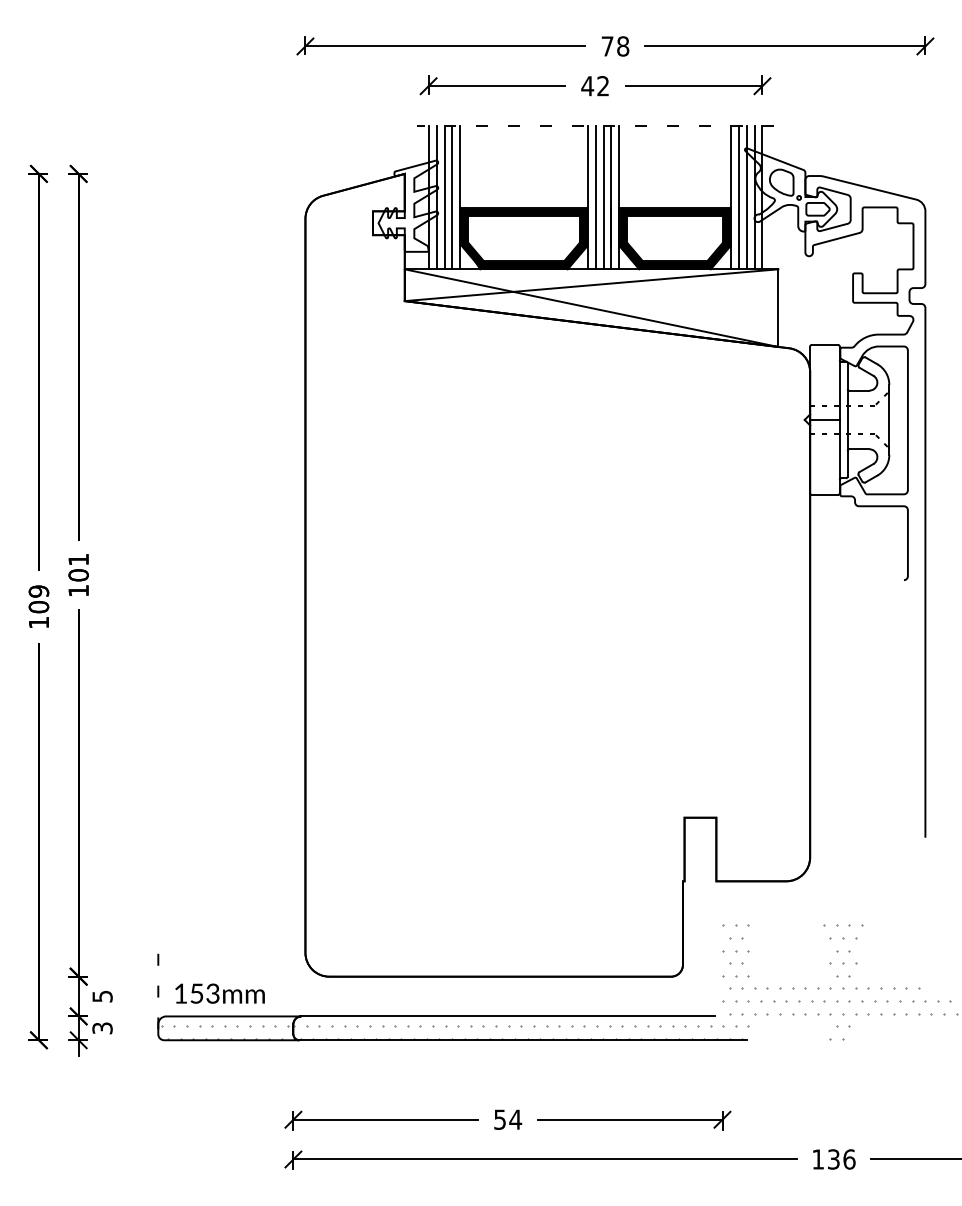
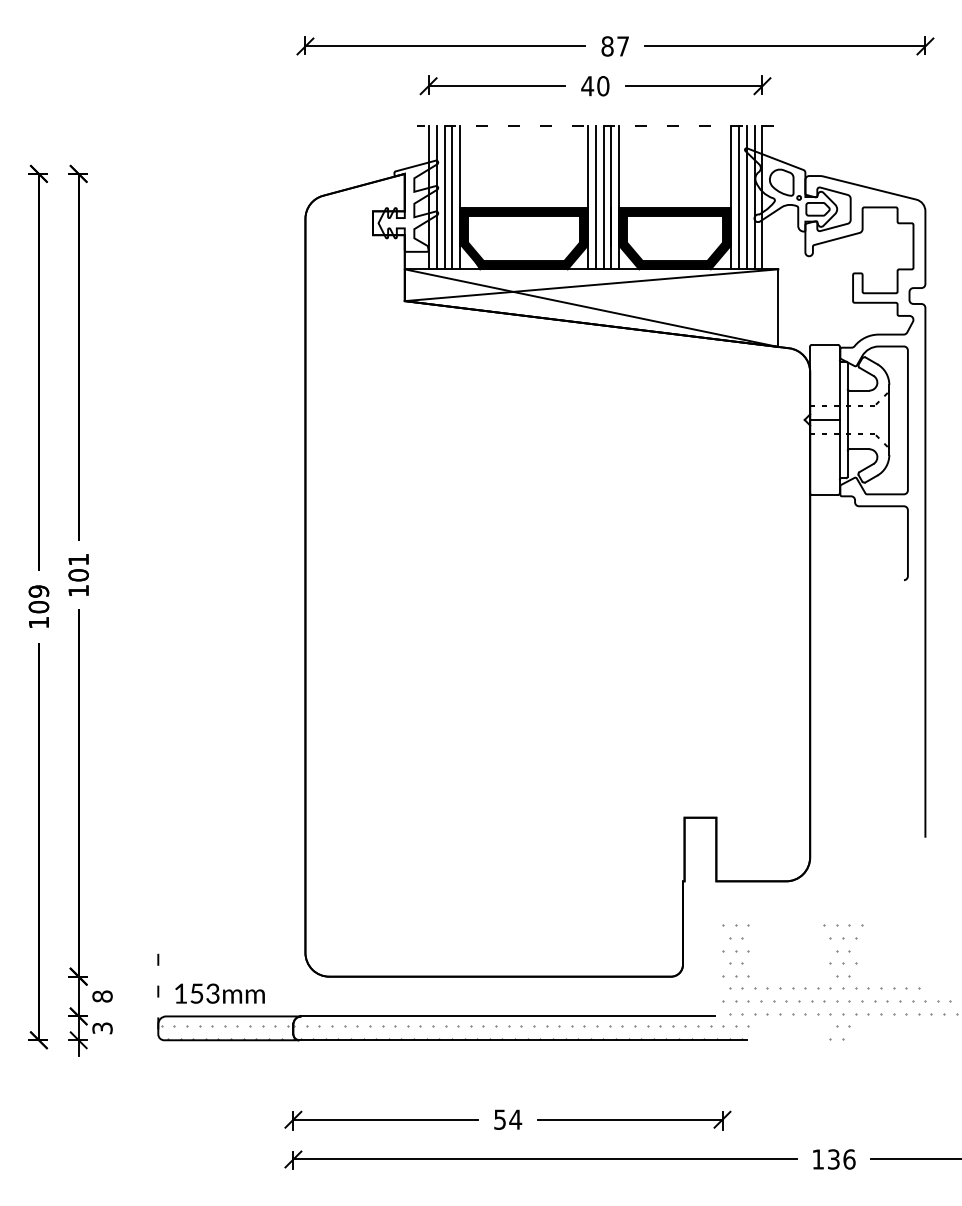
text at (615, 46): 78 -> 87
text at (603, 86): 42 -> 40
text at (102, 996): 5 -> 8
